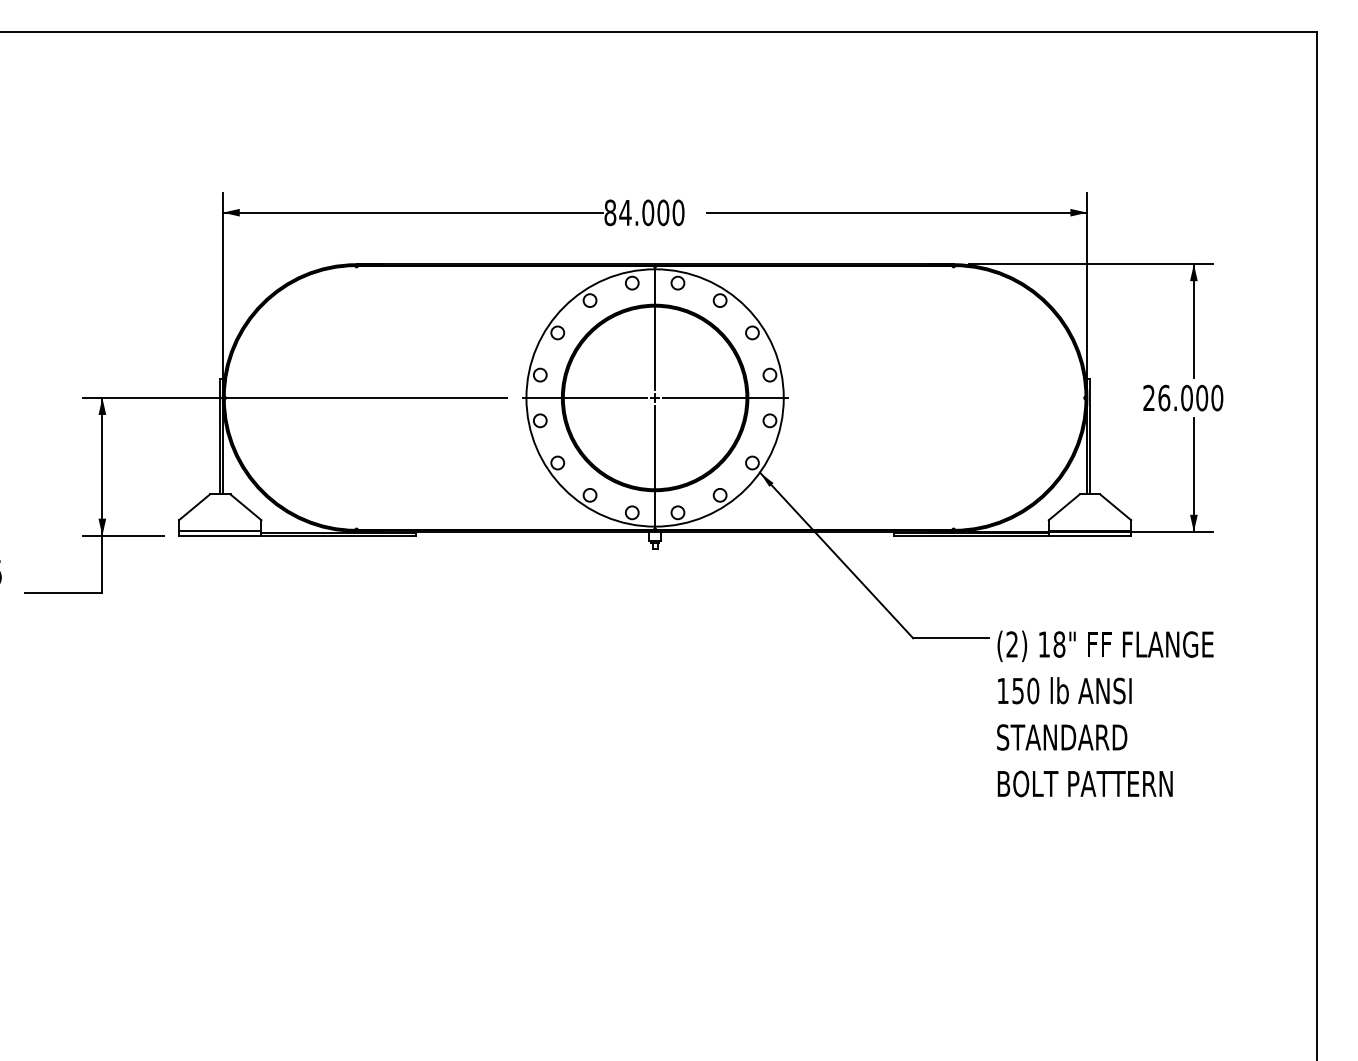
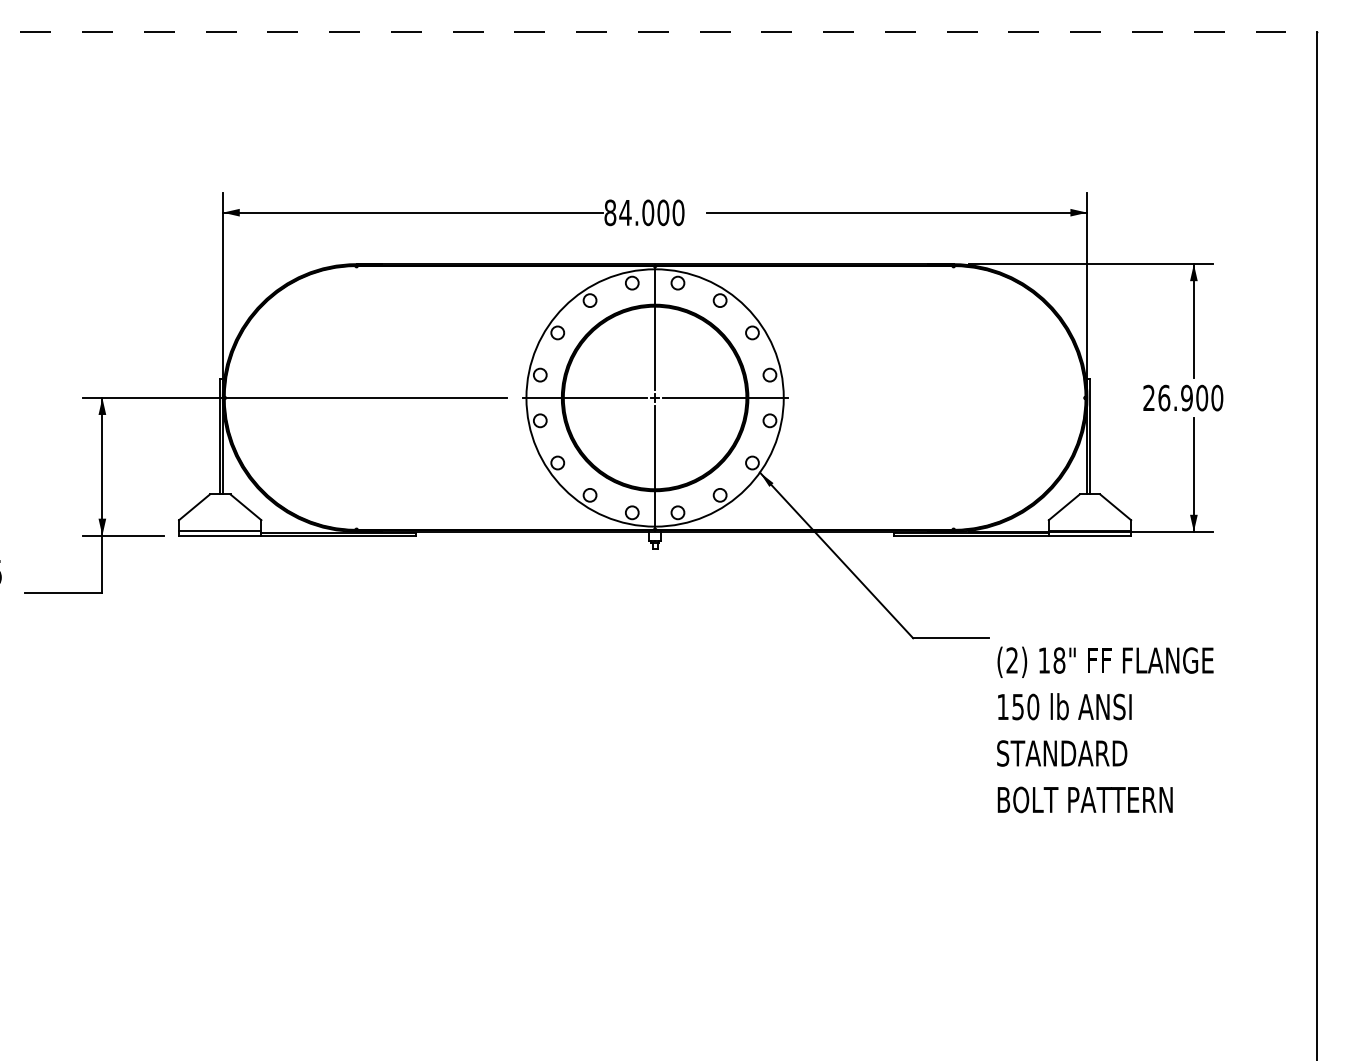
line at (659, 31): solid -> dashed
text at (1186, 398): 26.000 -> 26.900
text at (1105, 713) position: (1105, 713) -> (1105, 729)
